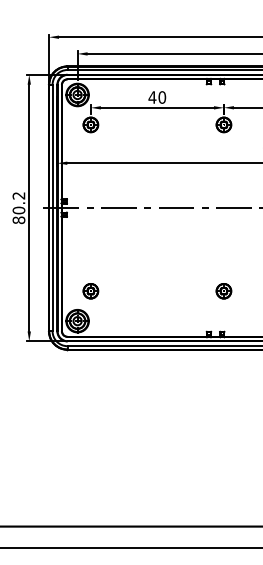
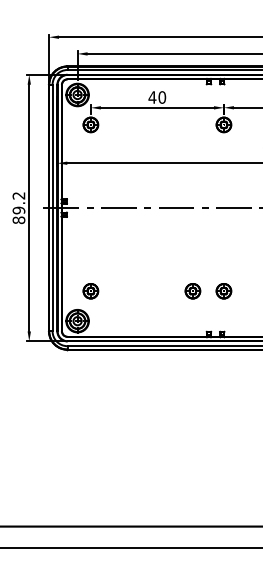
text at (19, 210): 80.2 -> 89.2
part at (192, 291): none -> present
